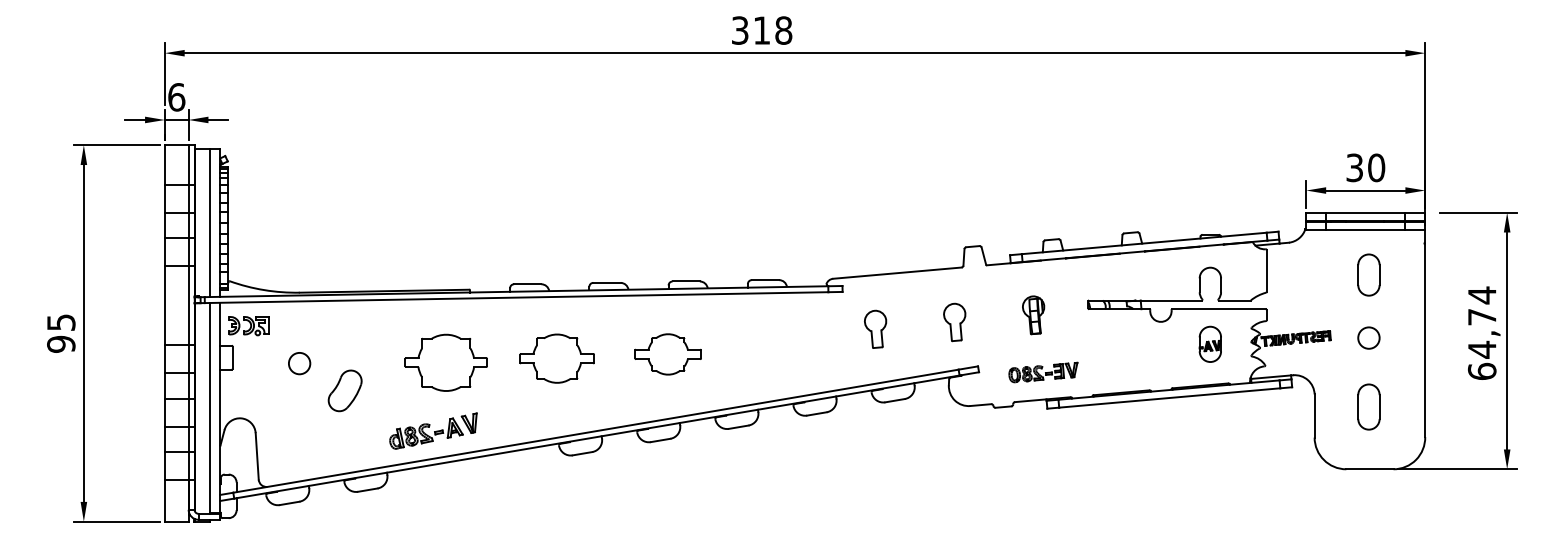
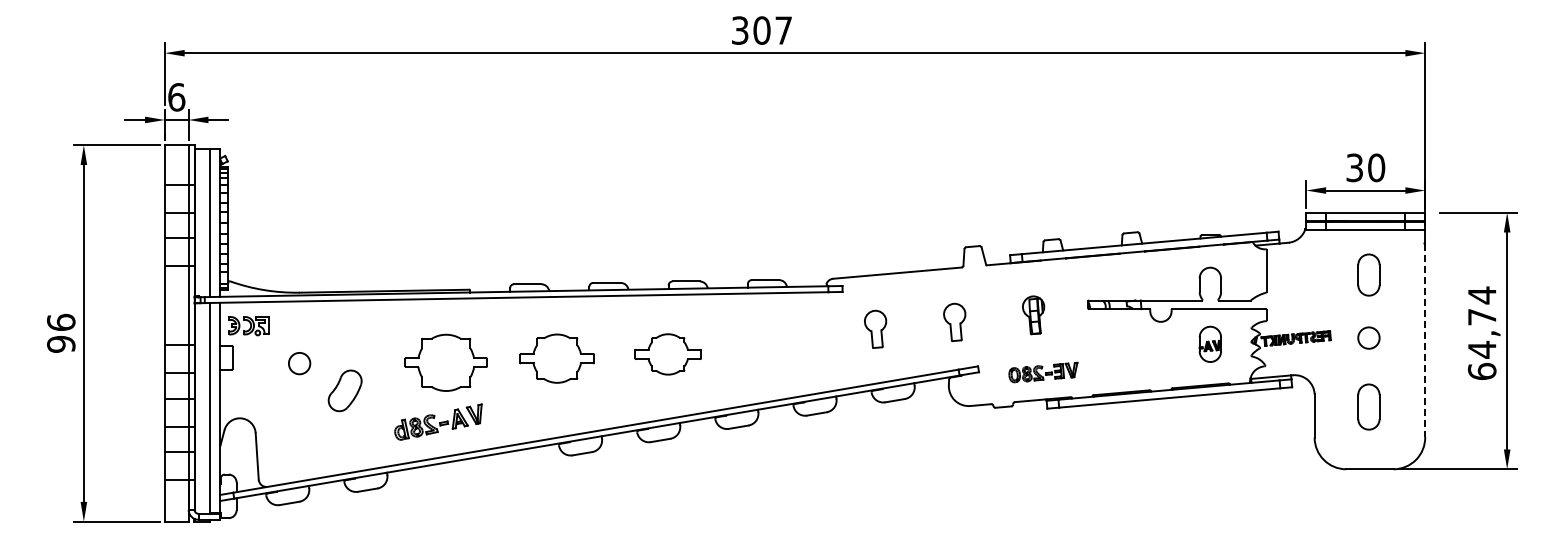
text at (772, 30): 318 -> 307
text at (61, 321): 95 -> 96
line at (1425, 341): solid -> dashed
part at (433, 430) position: (433, 430) -> (438, 421)
